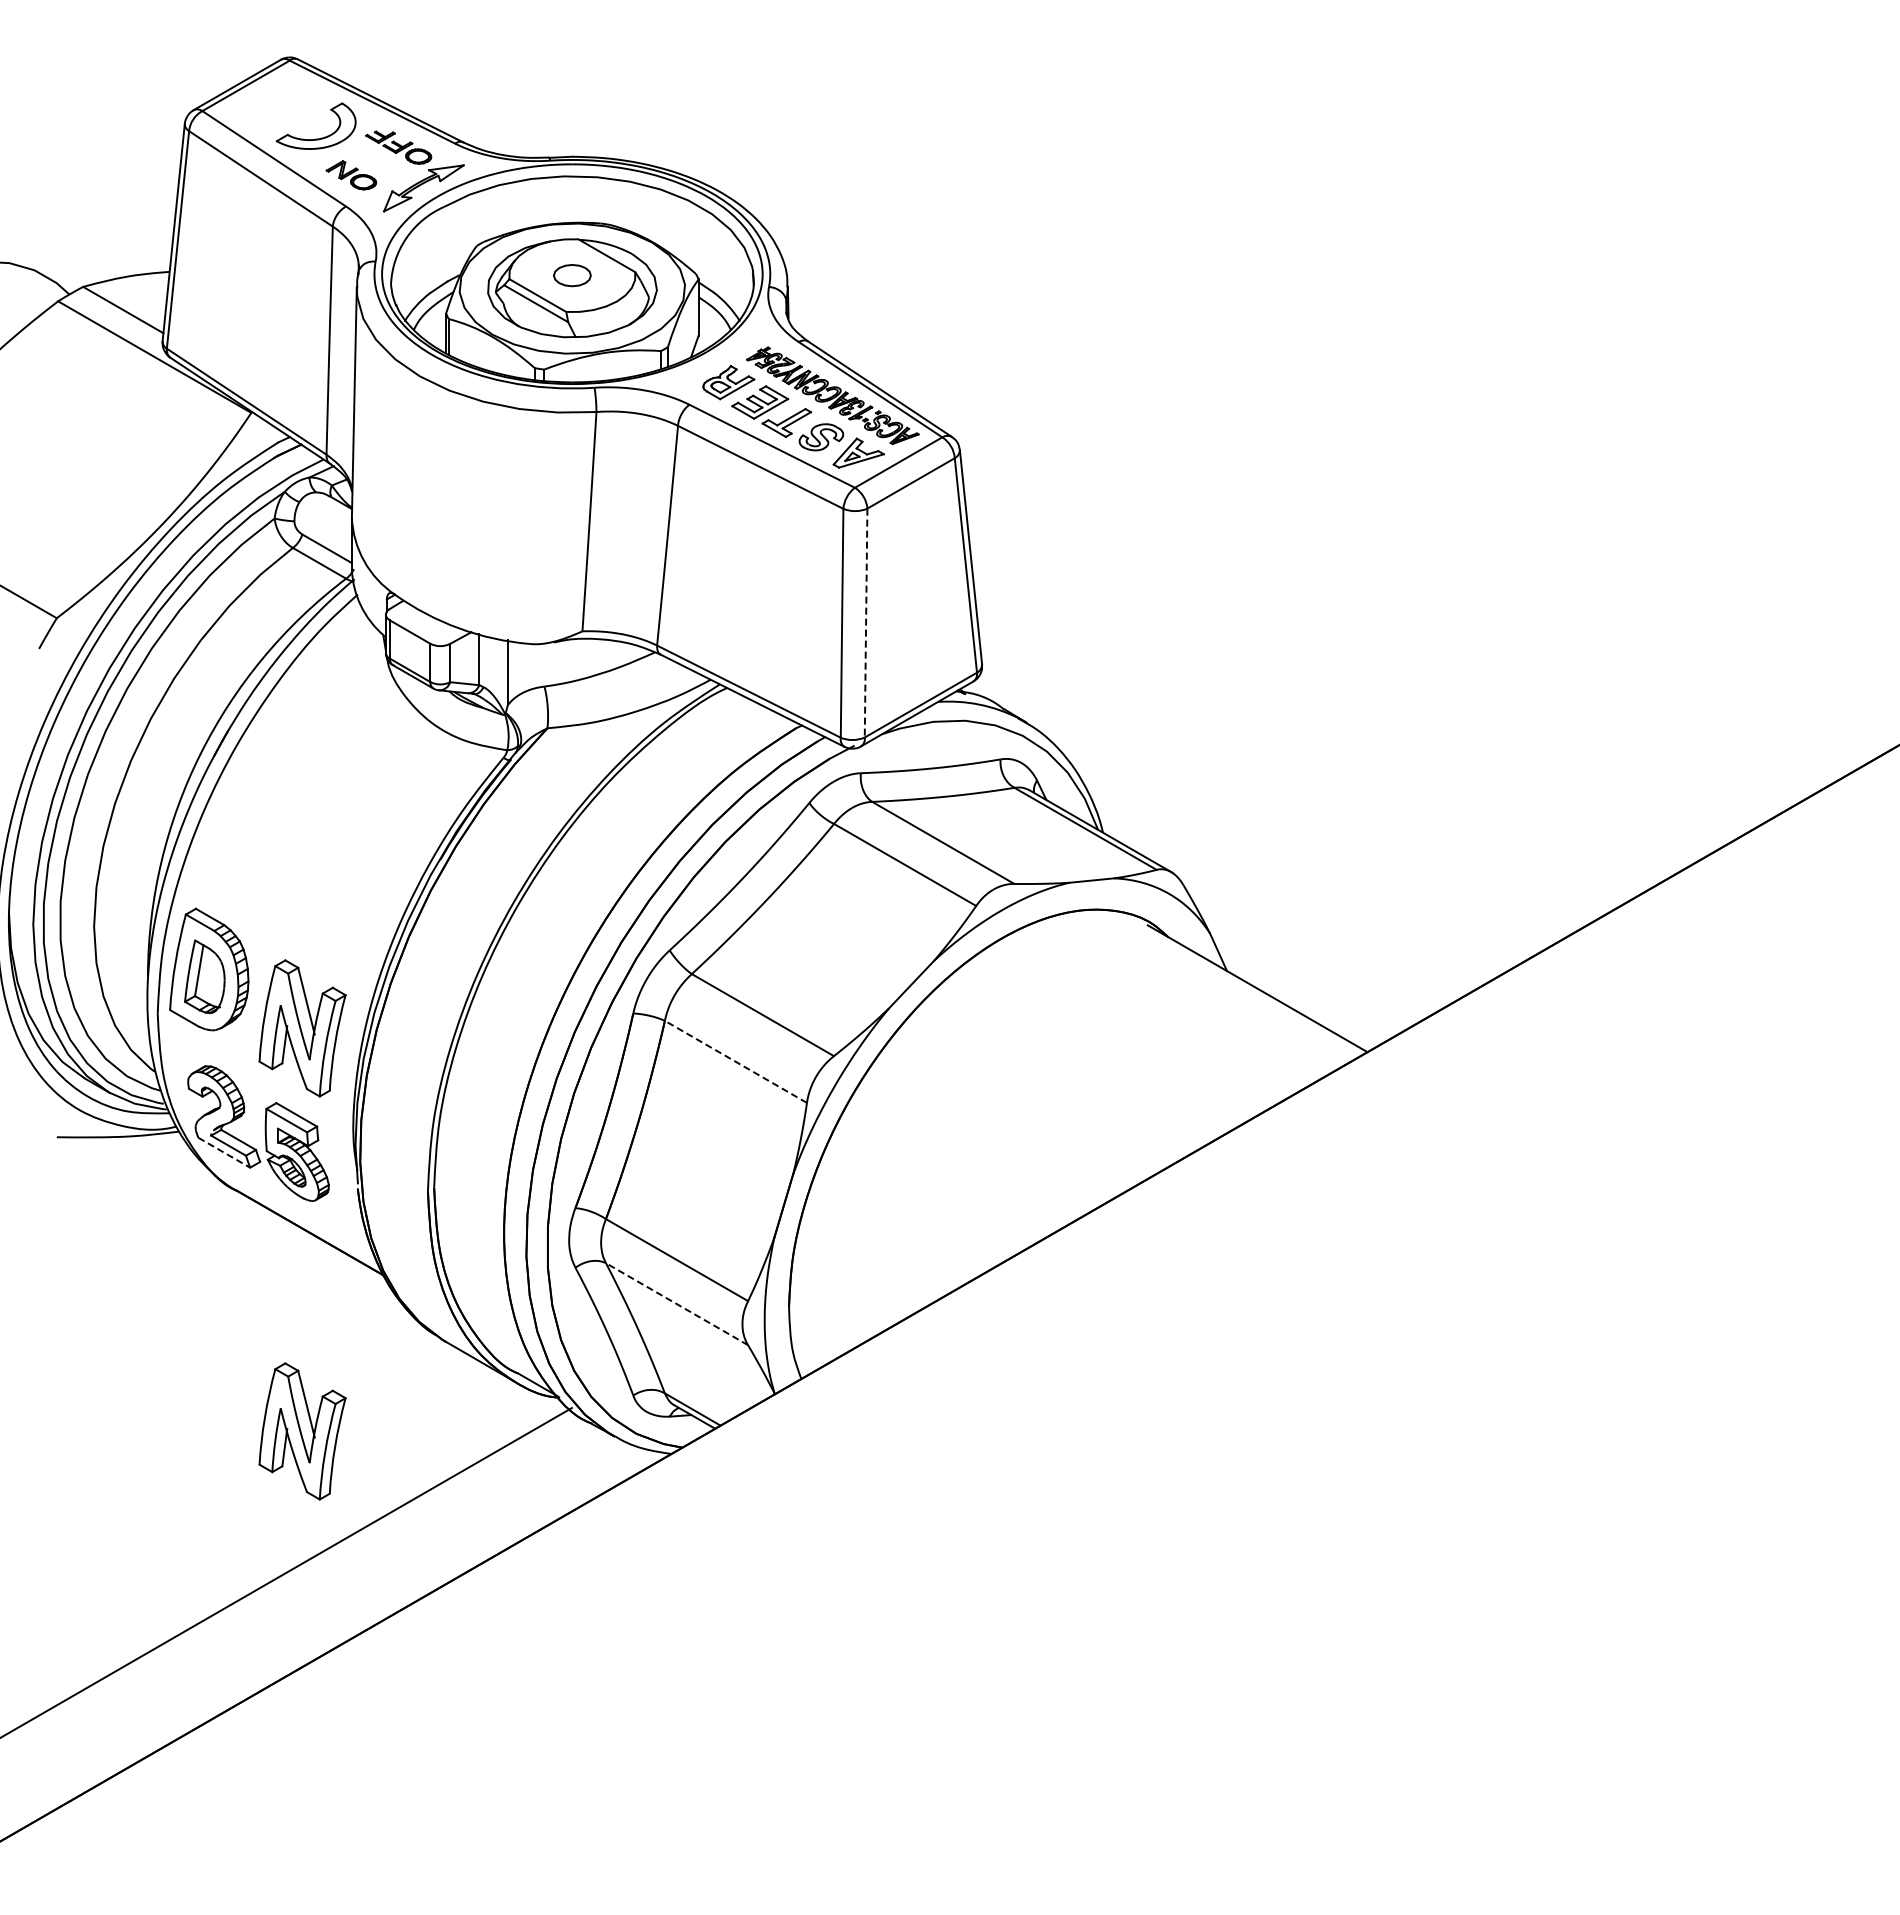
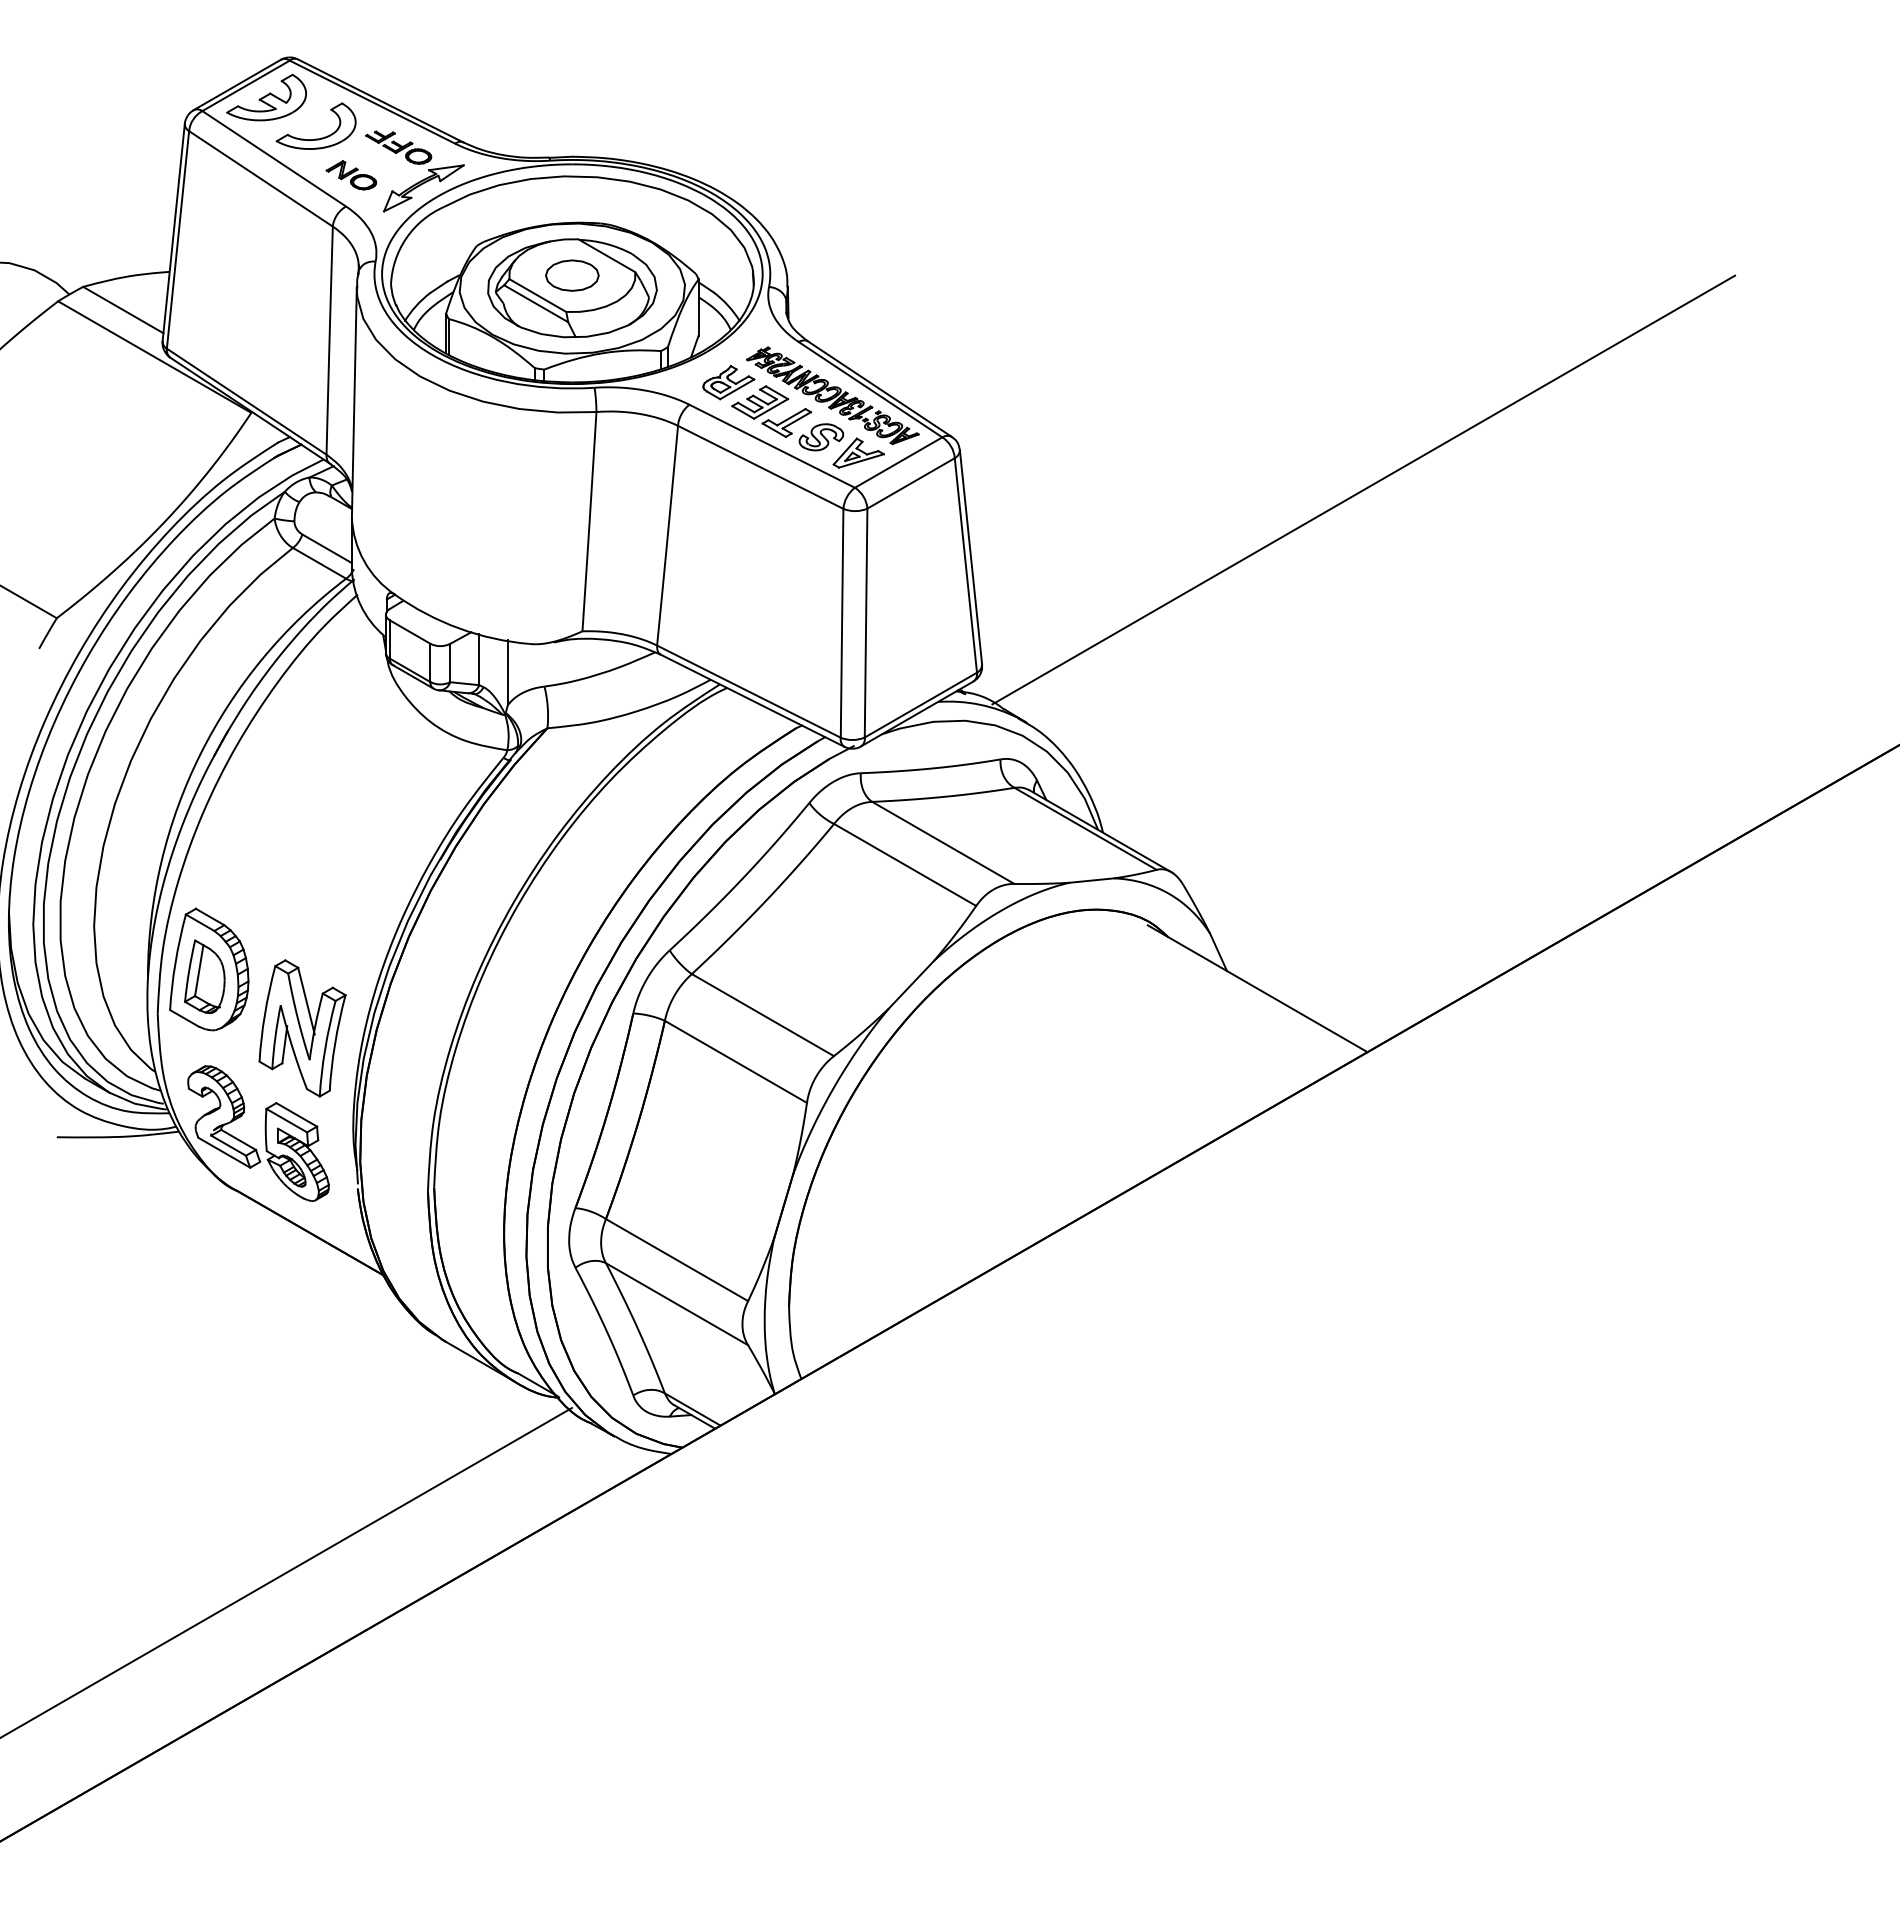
part at (266, 97): none -> present
part at (572, 275) size: 39x24 px -> 55x33 px
line at (1363, 489): none -> present
line at (866, 623): dashed -> solid
line at (735, 1061): dashed -> solid
line at (224, 1152): dashed -> solid
line at (676, 1303): dashed -> solid
part at (302, 1431): present -> none
